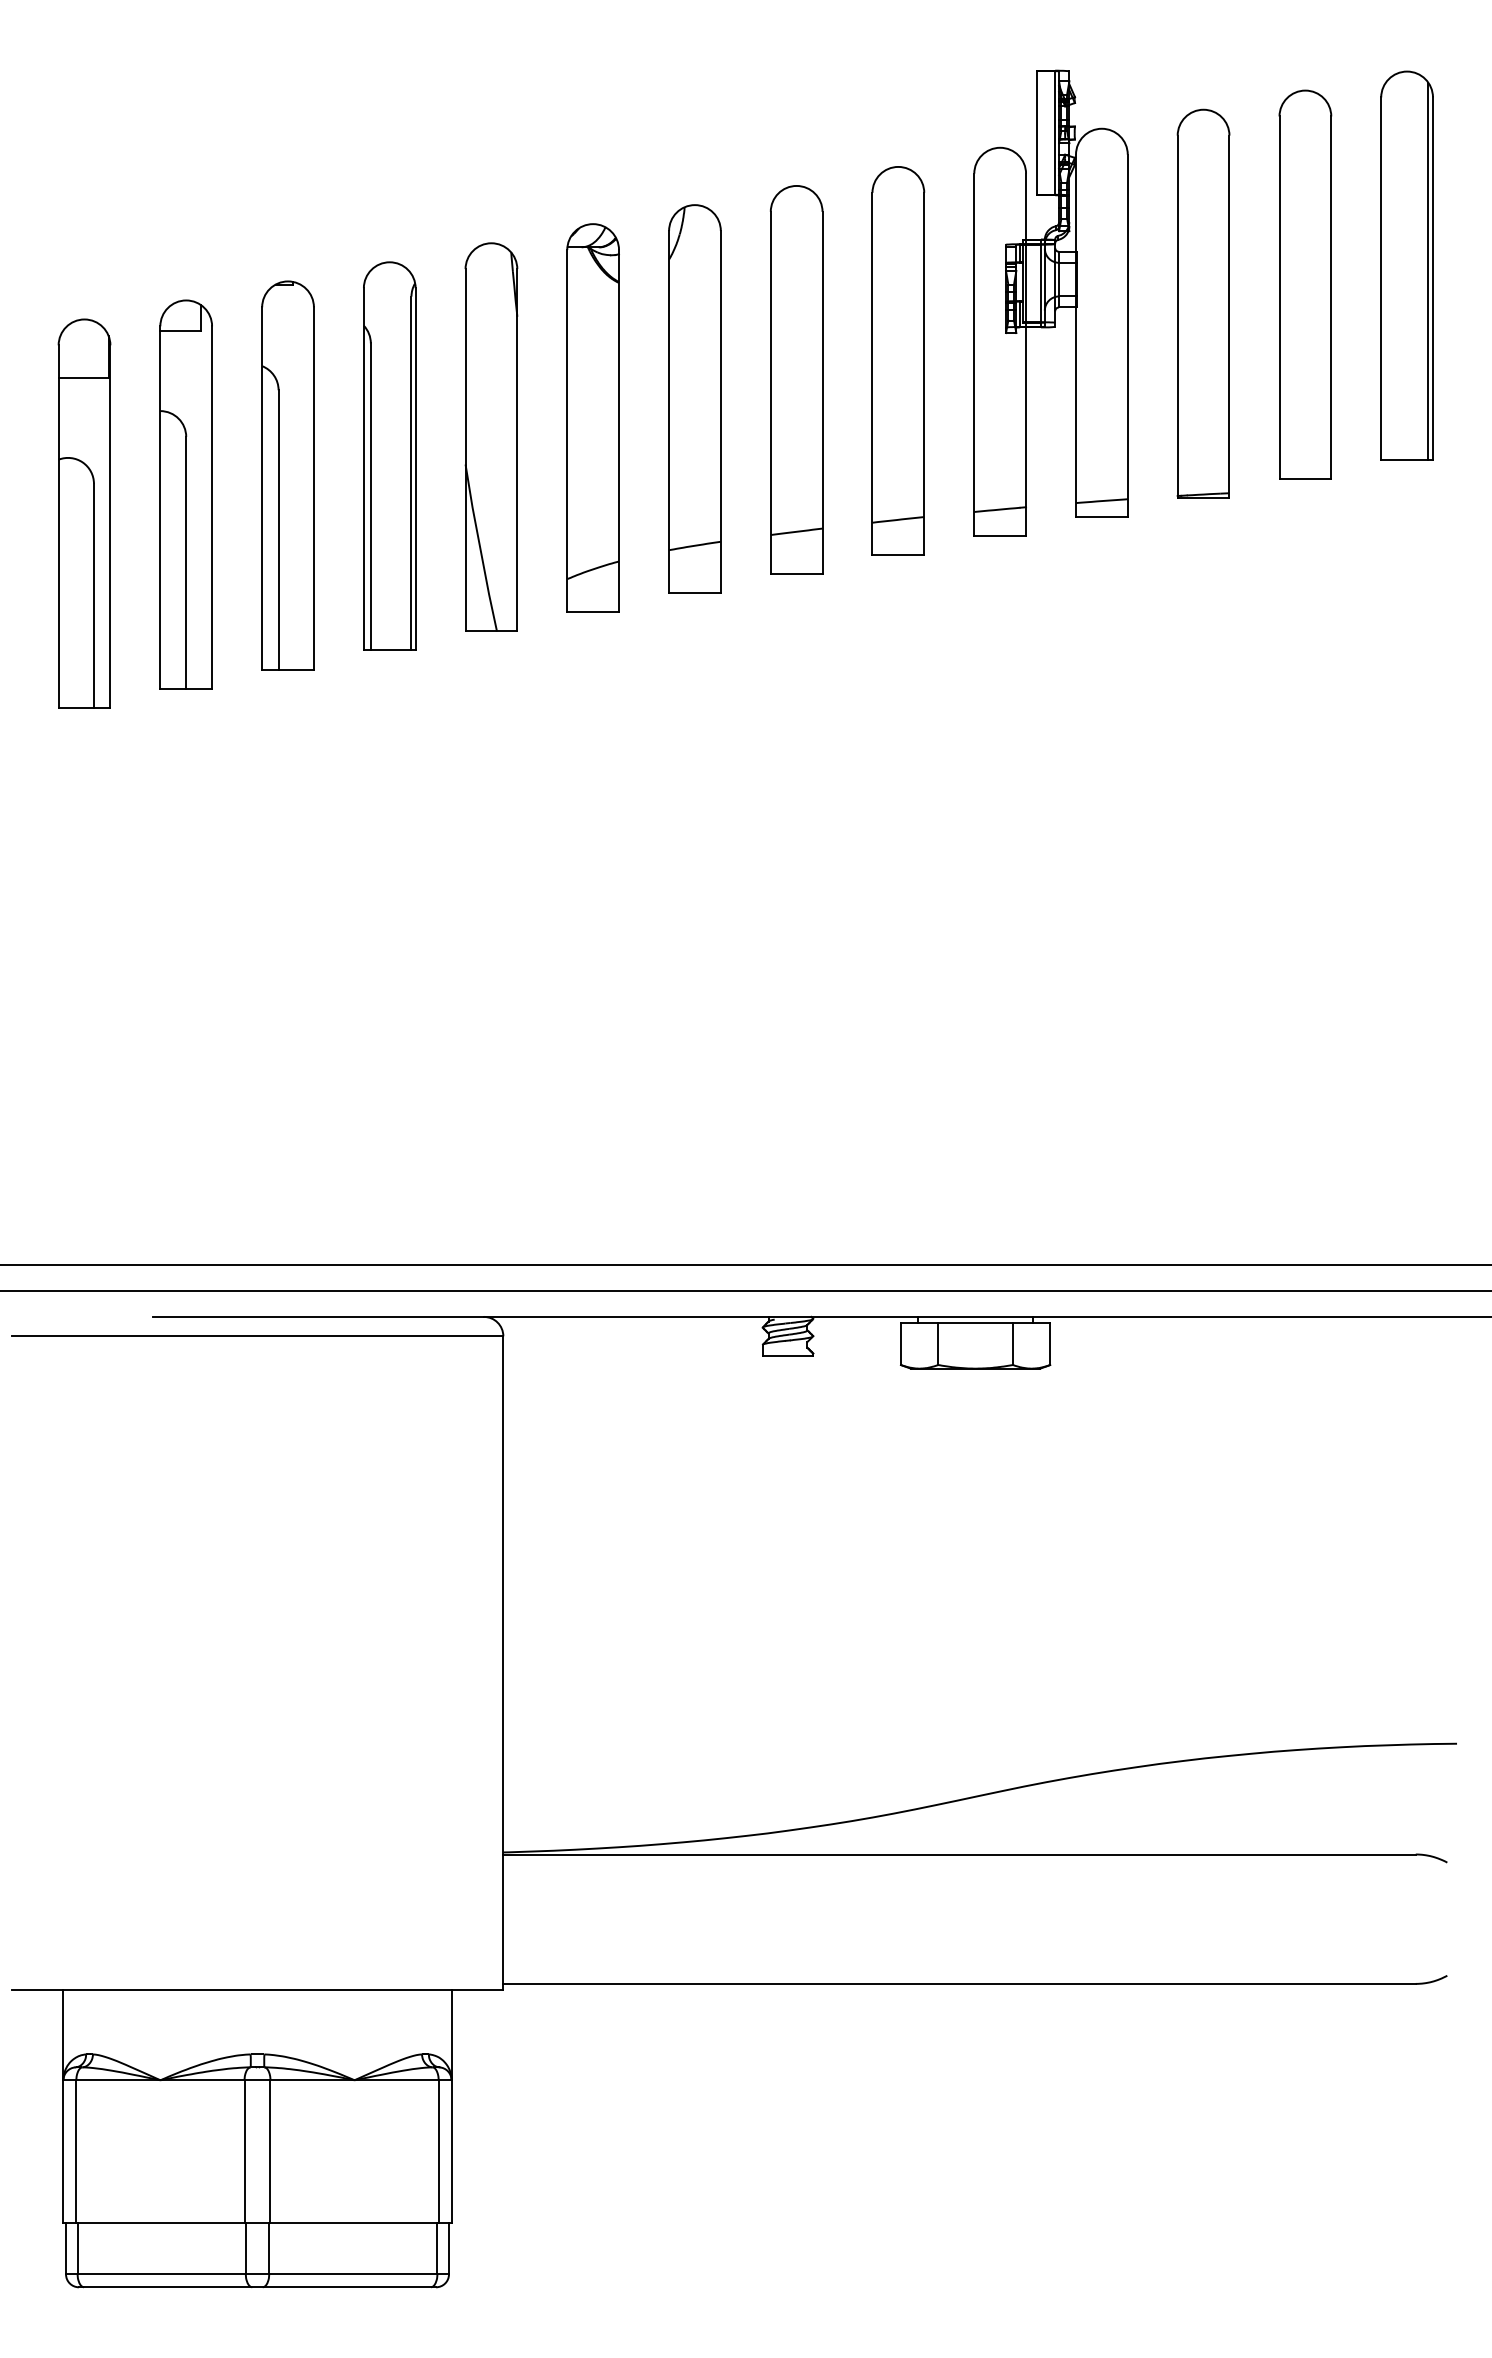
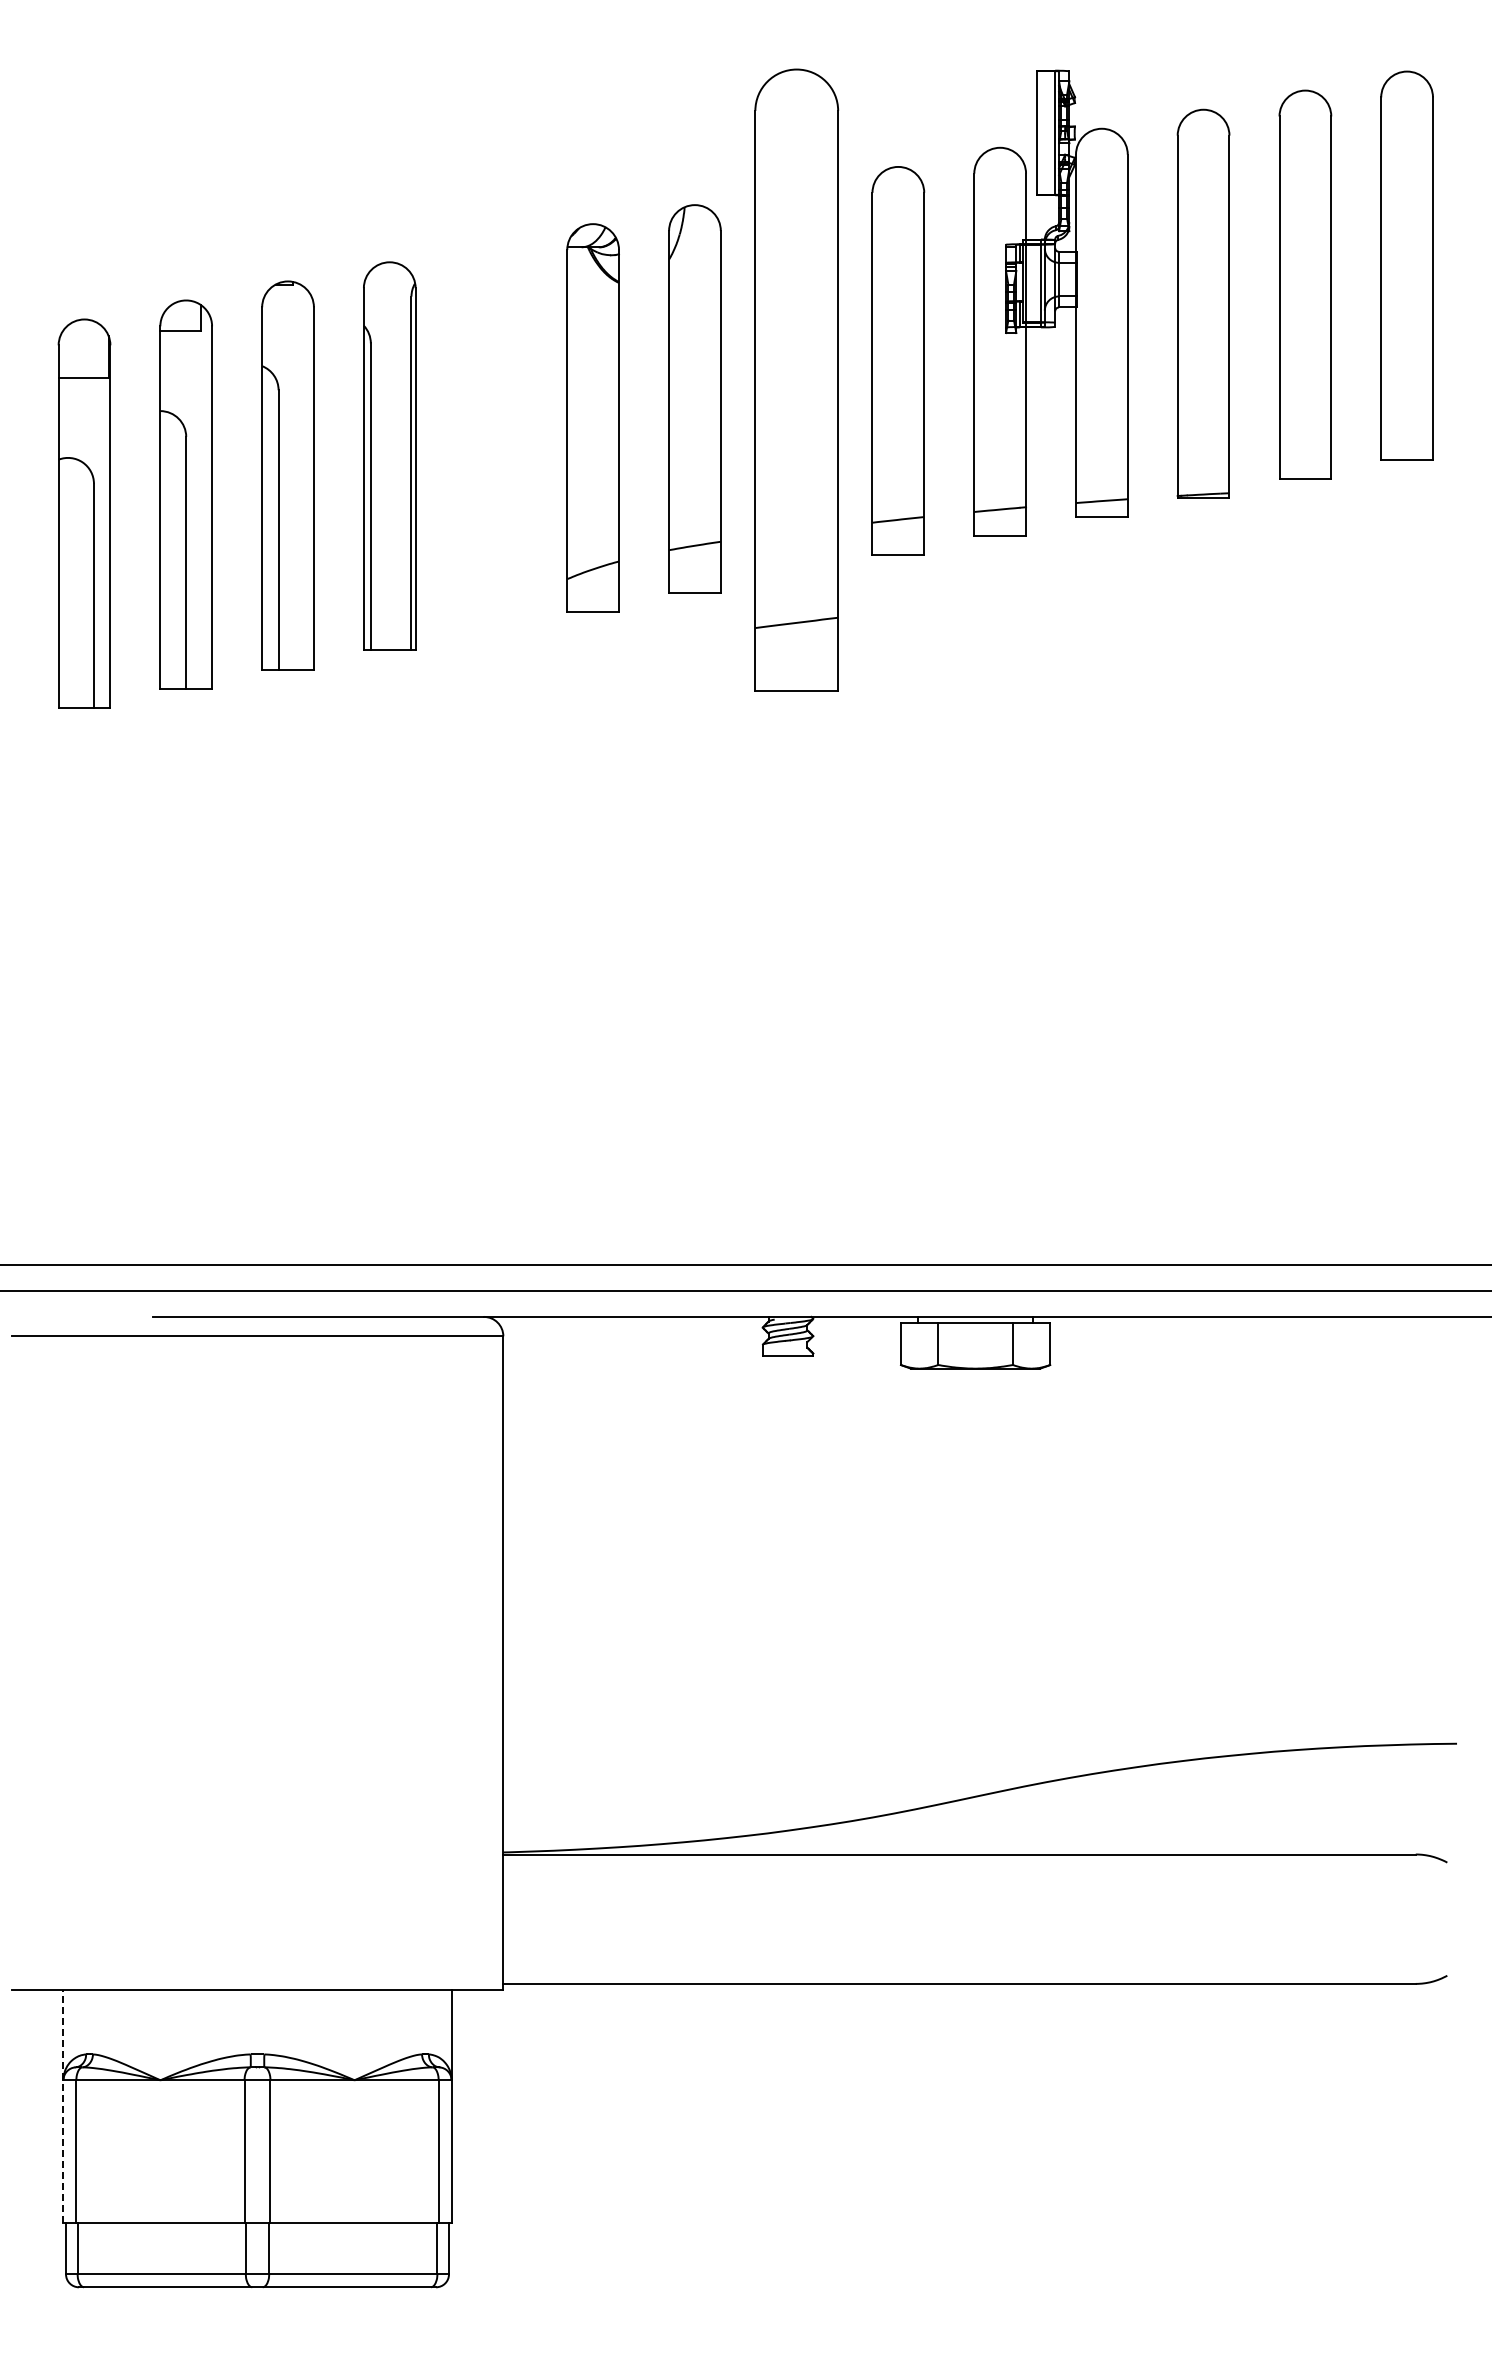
line at (1428, 270): present -> none
part at (796, 379) size: 55x390 px -> 86x624 px
part at (491, 436): present -> none
line at (63, 2105): solid -> dashed
